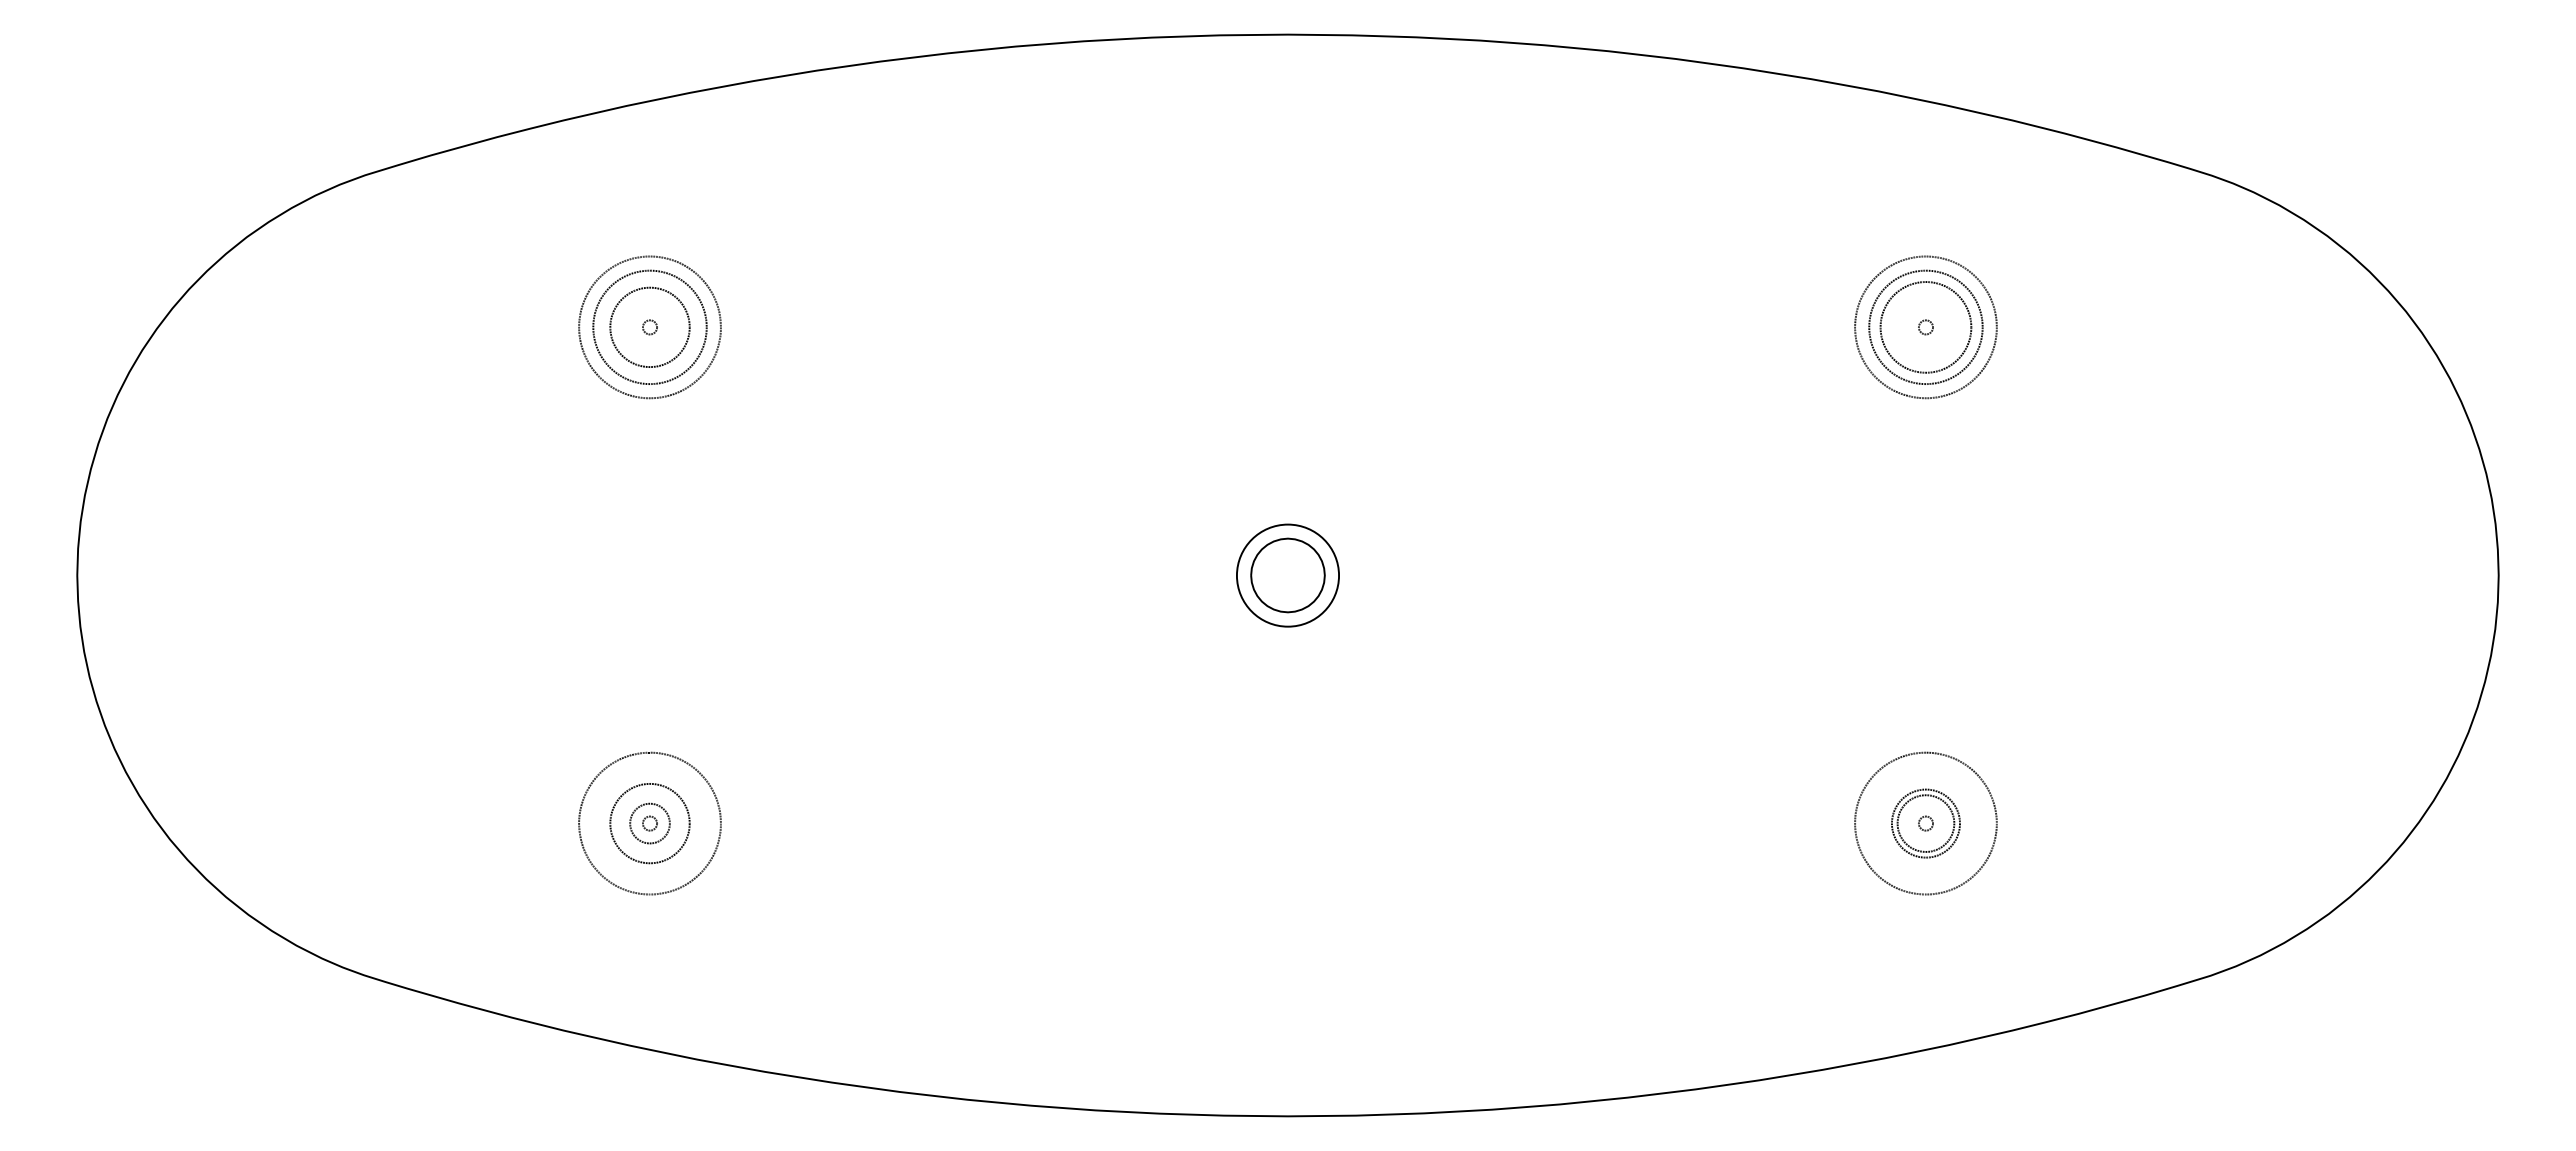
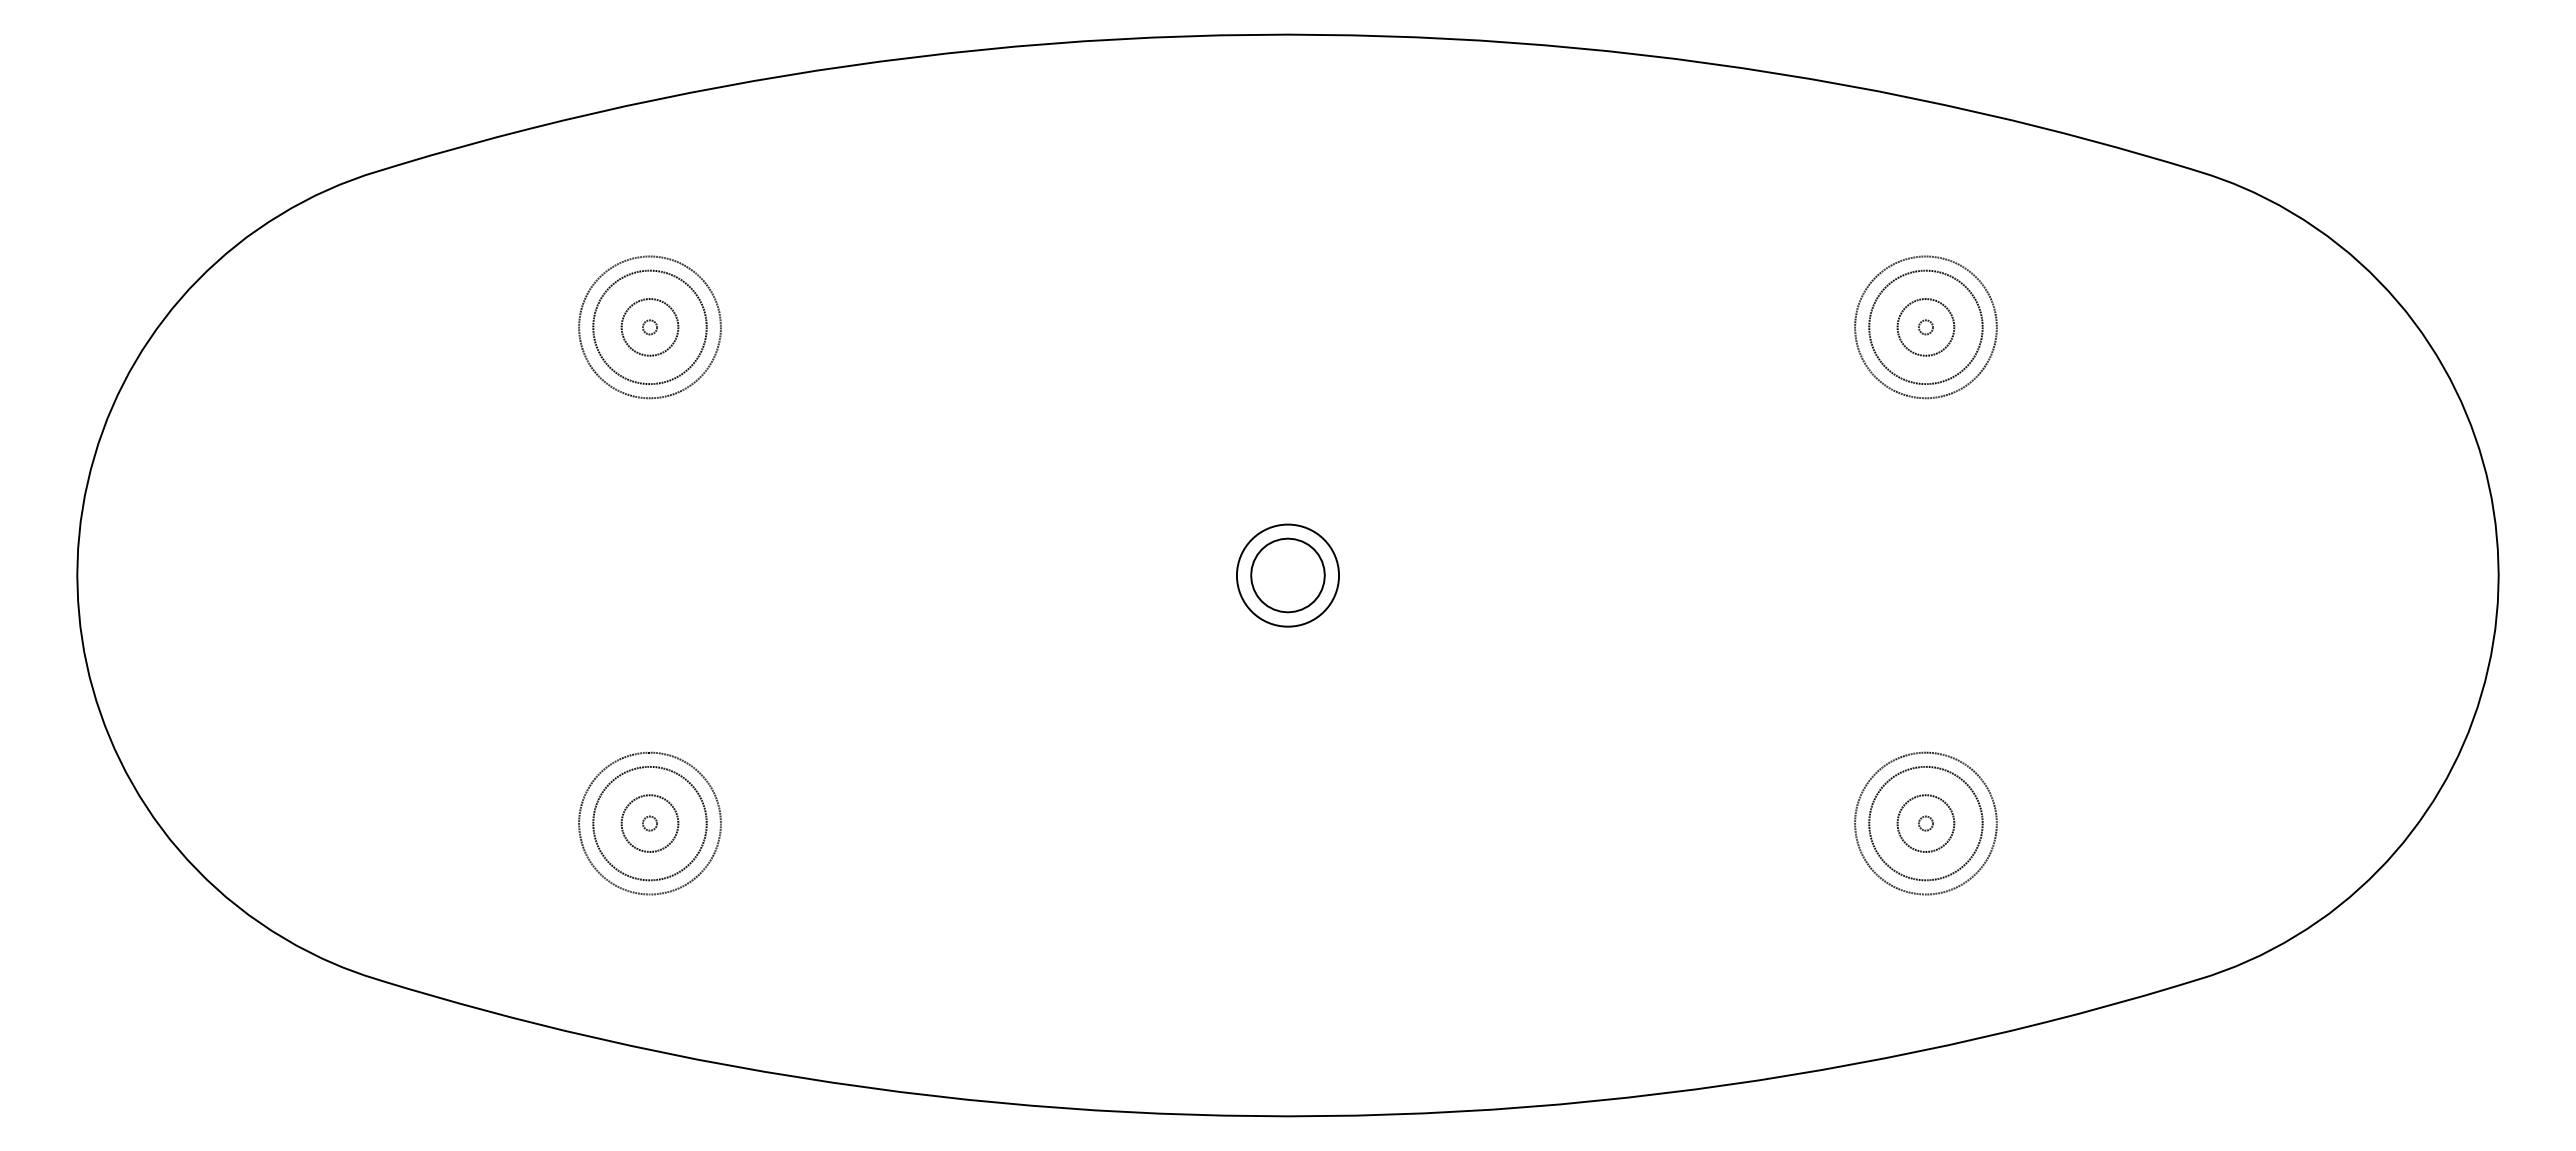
circle at (649, 327) diameter: 79 px -> 57 px
circle at (1925, 327) diameter: 91 px -> 57 px
circle at (649, 823) diameter: 40 px -> 57 px
circle at (649, 823) diameter: 79 px -> 113 px
circle at (1925, 823) diameter: 68 px -> 113 px
